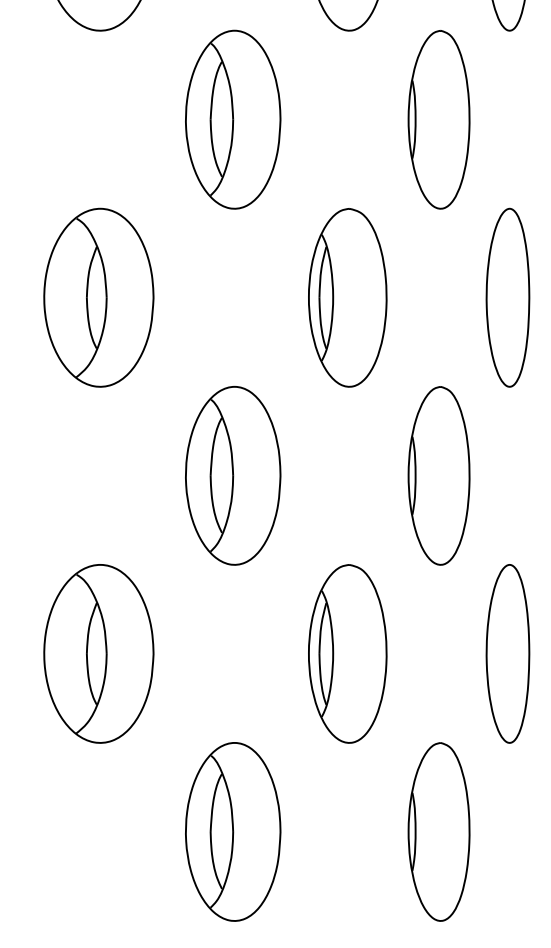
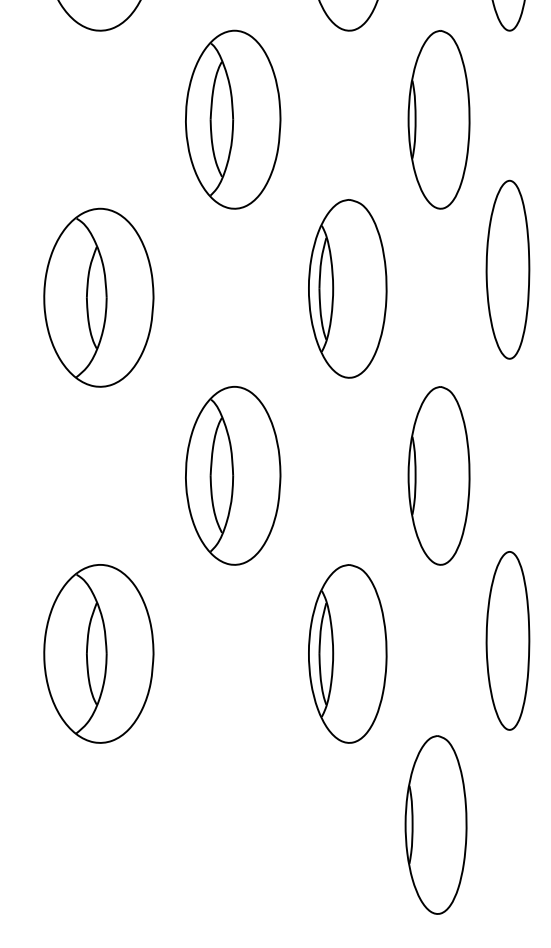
part at (347, 297) position: (347, 297) -> (347, 288)
part at (507, 297) position: (507, 297) -> (507, 269)
part at (507, 653) position: (507, 653) -> (507, 640)
part at (233, 831): present -> none
part at (438, 831) position: (438, 831) -> (435, 824)
